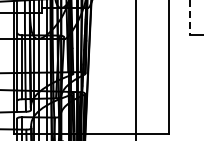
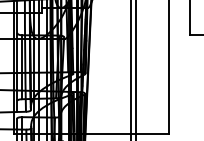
line at (190, 18): dashed -> solid
line at (130, 69): none -> present
